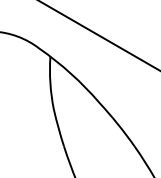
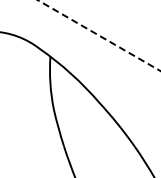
line at (99, 35): solid -> dashed
